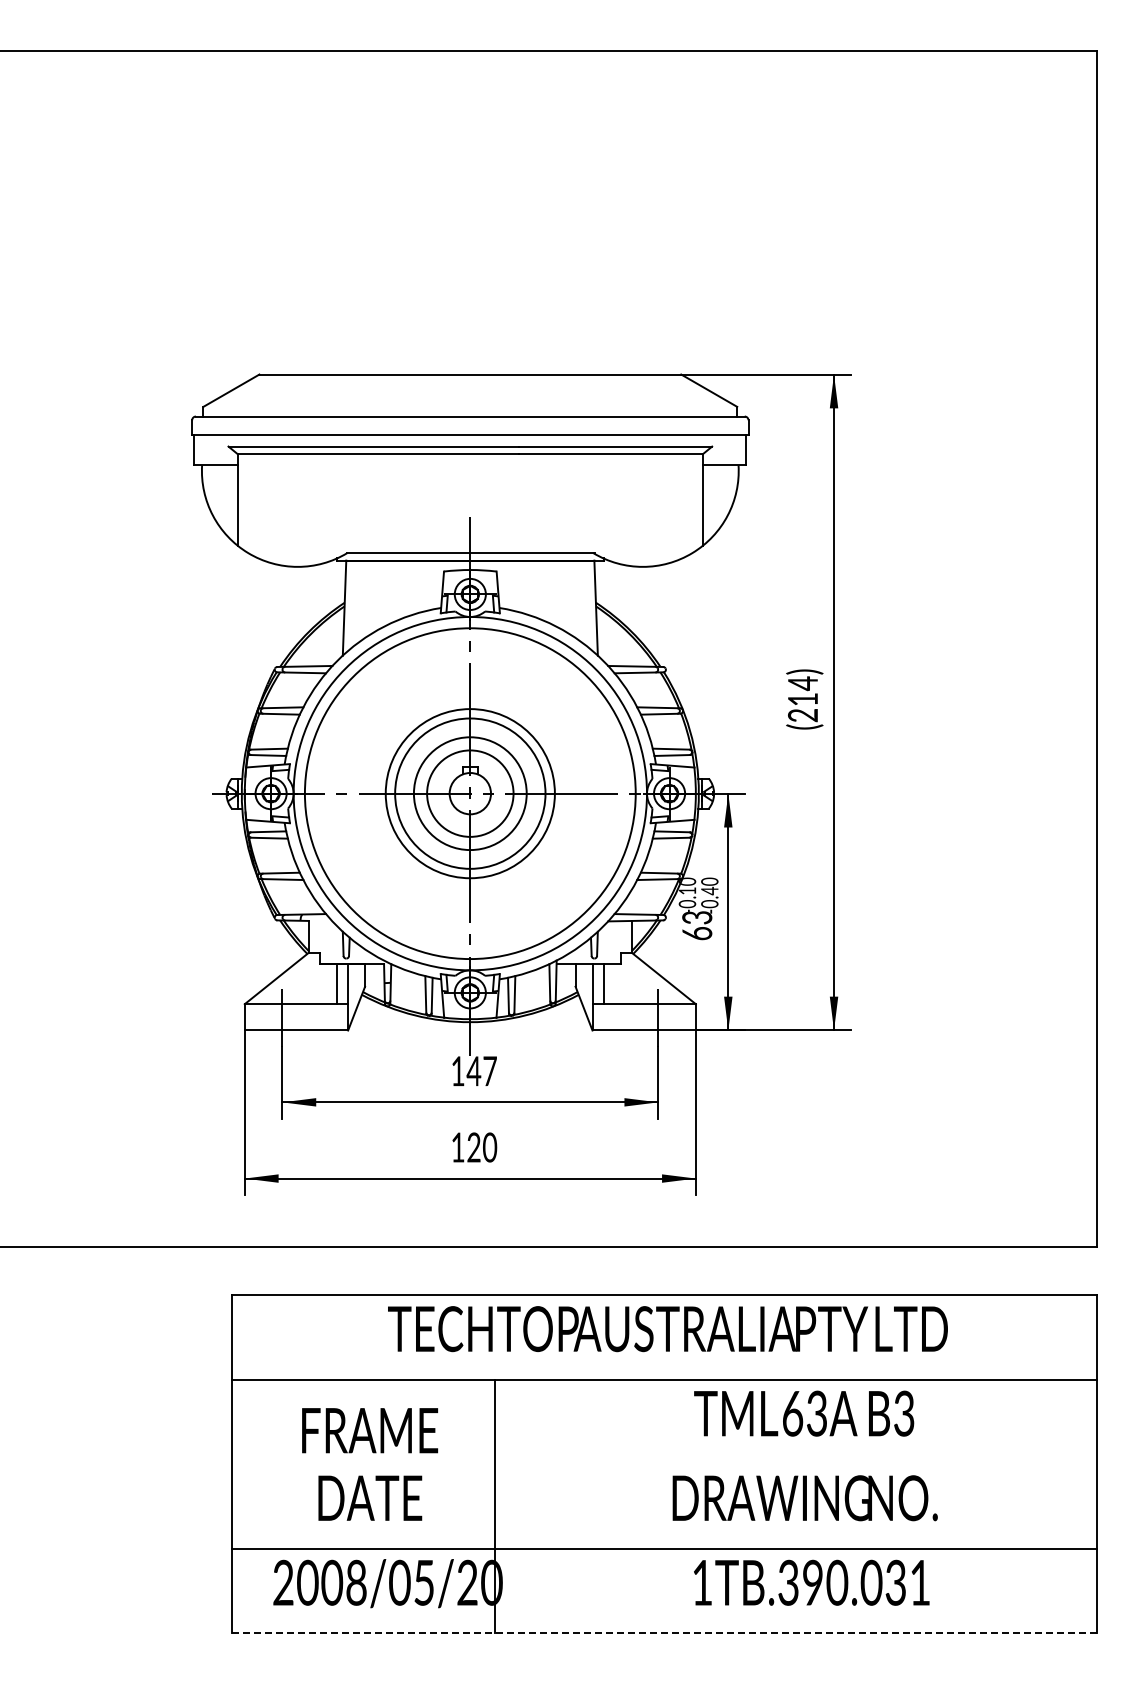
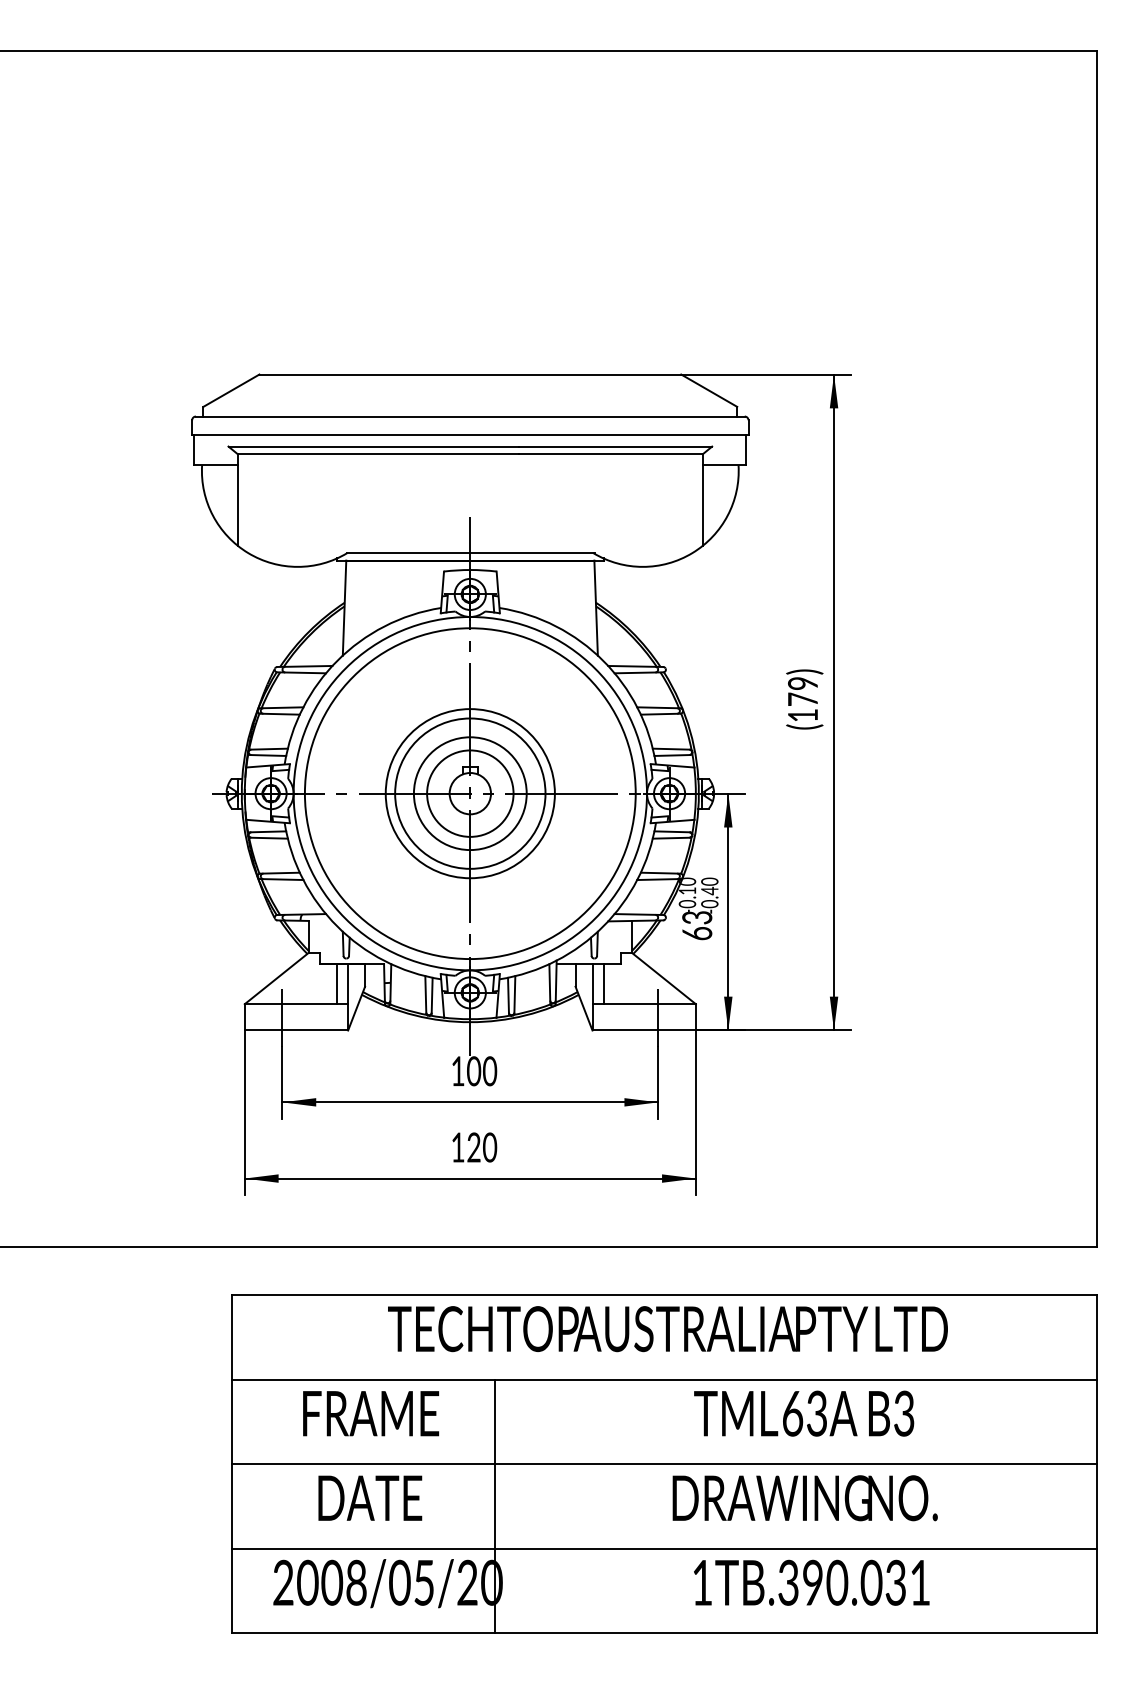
text at (802, 699): (214) -> (179)
text at (481, 1071): 147 -> 100
text at (370, 1430) position: (370, 1430) -> (371, 1413)
line at (664, 1464): none -> present
line at (664, 1633): dashed -> solid
